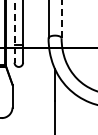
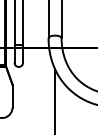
line at (61, 19): dashed -> solid
line at (14, 31): dashed -> solid
